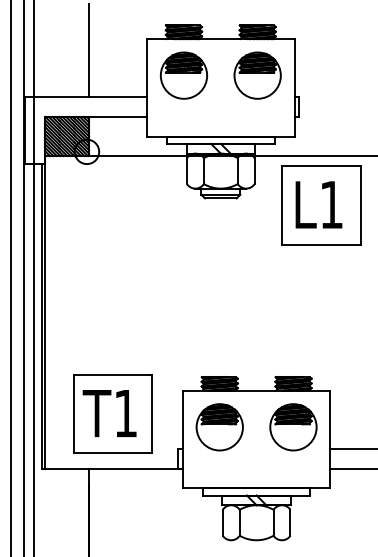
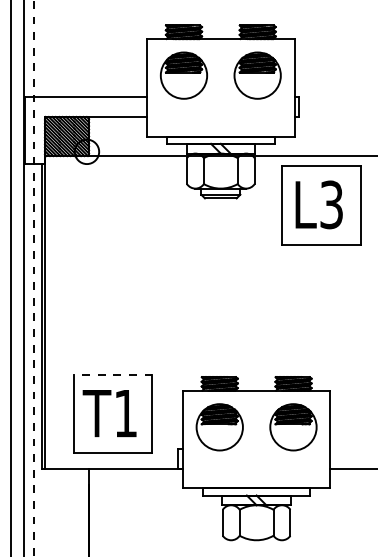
line at (89, 50): present -> none
text at (331, 204): L1 -> L3
line at (34, 278): solid -> dashed
line at (112, 374): solid -> dashed
line at (352, 449): present -> none
